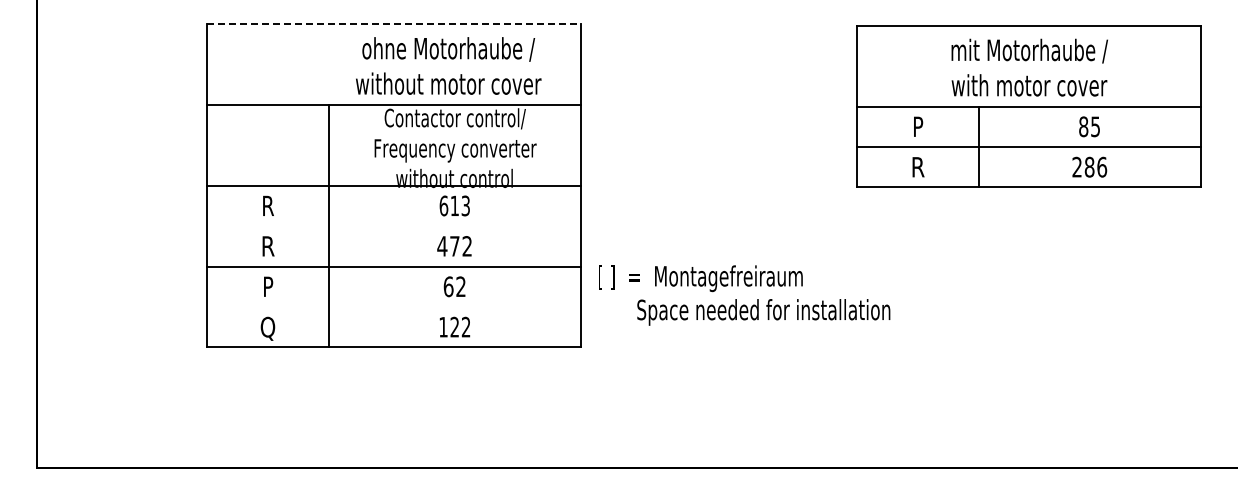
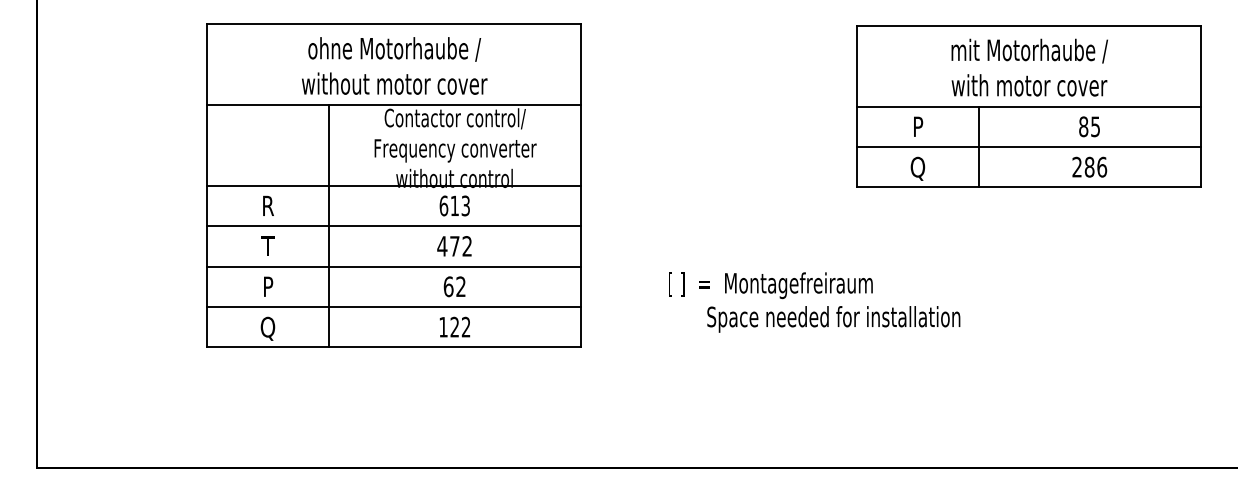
line at (394, 24): dashed -> solid
text at (448, 65) position: (448, 65) -> (394, 65)
text at (917, 168): R -> Q
line at (394, 226): none -> present
text at (267, 246): R -> T
text at (744, 295) position: (744, 295) -> (814, 302)
line at (394, 307): none -> present
